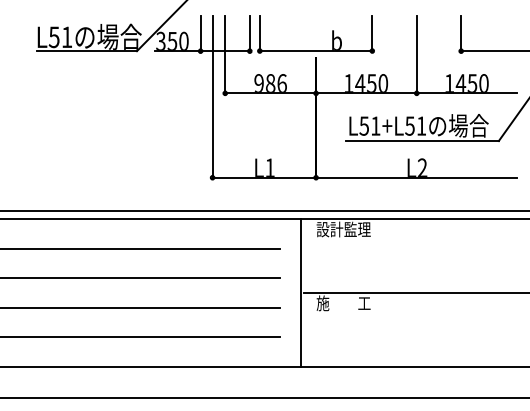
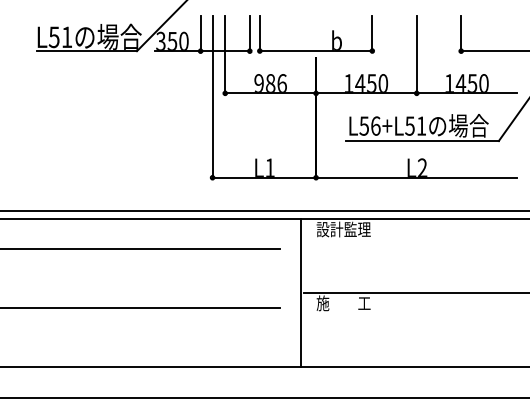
text at (375, 125): L51+L51 -> L56+L51
line at (140, 278): present -> none
line at (140, 337): present -> none
